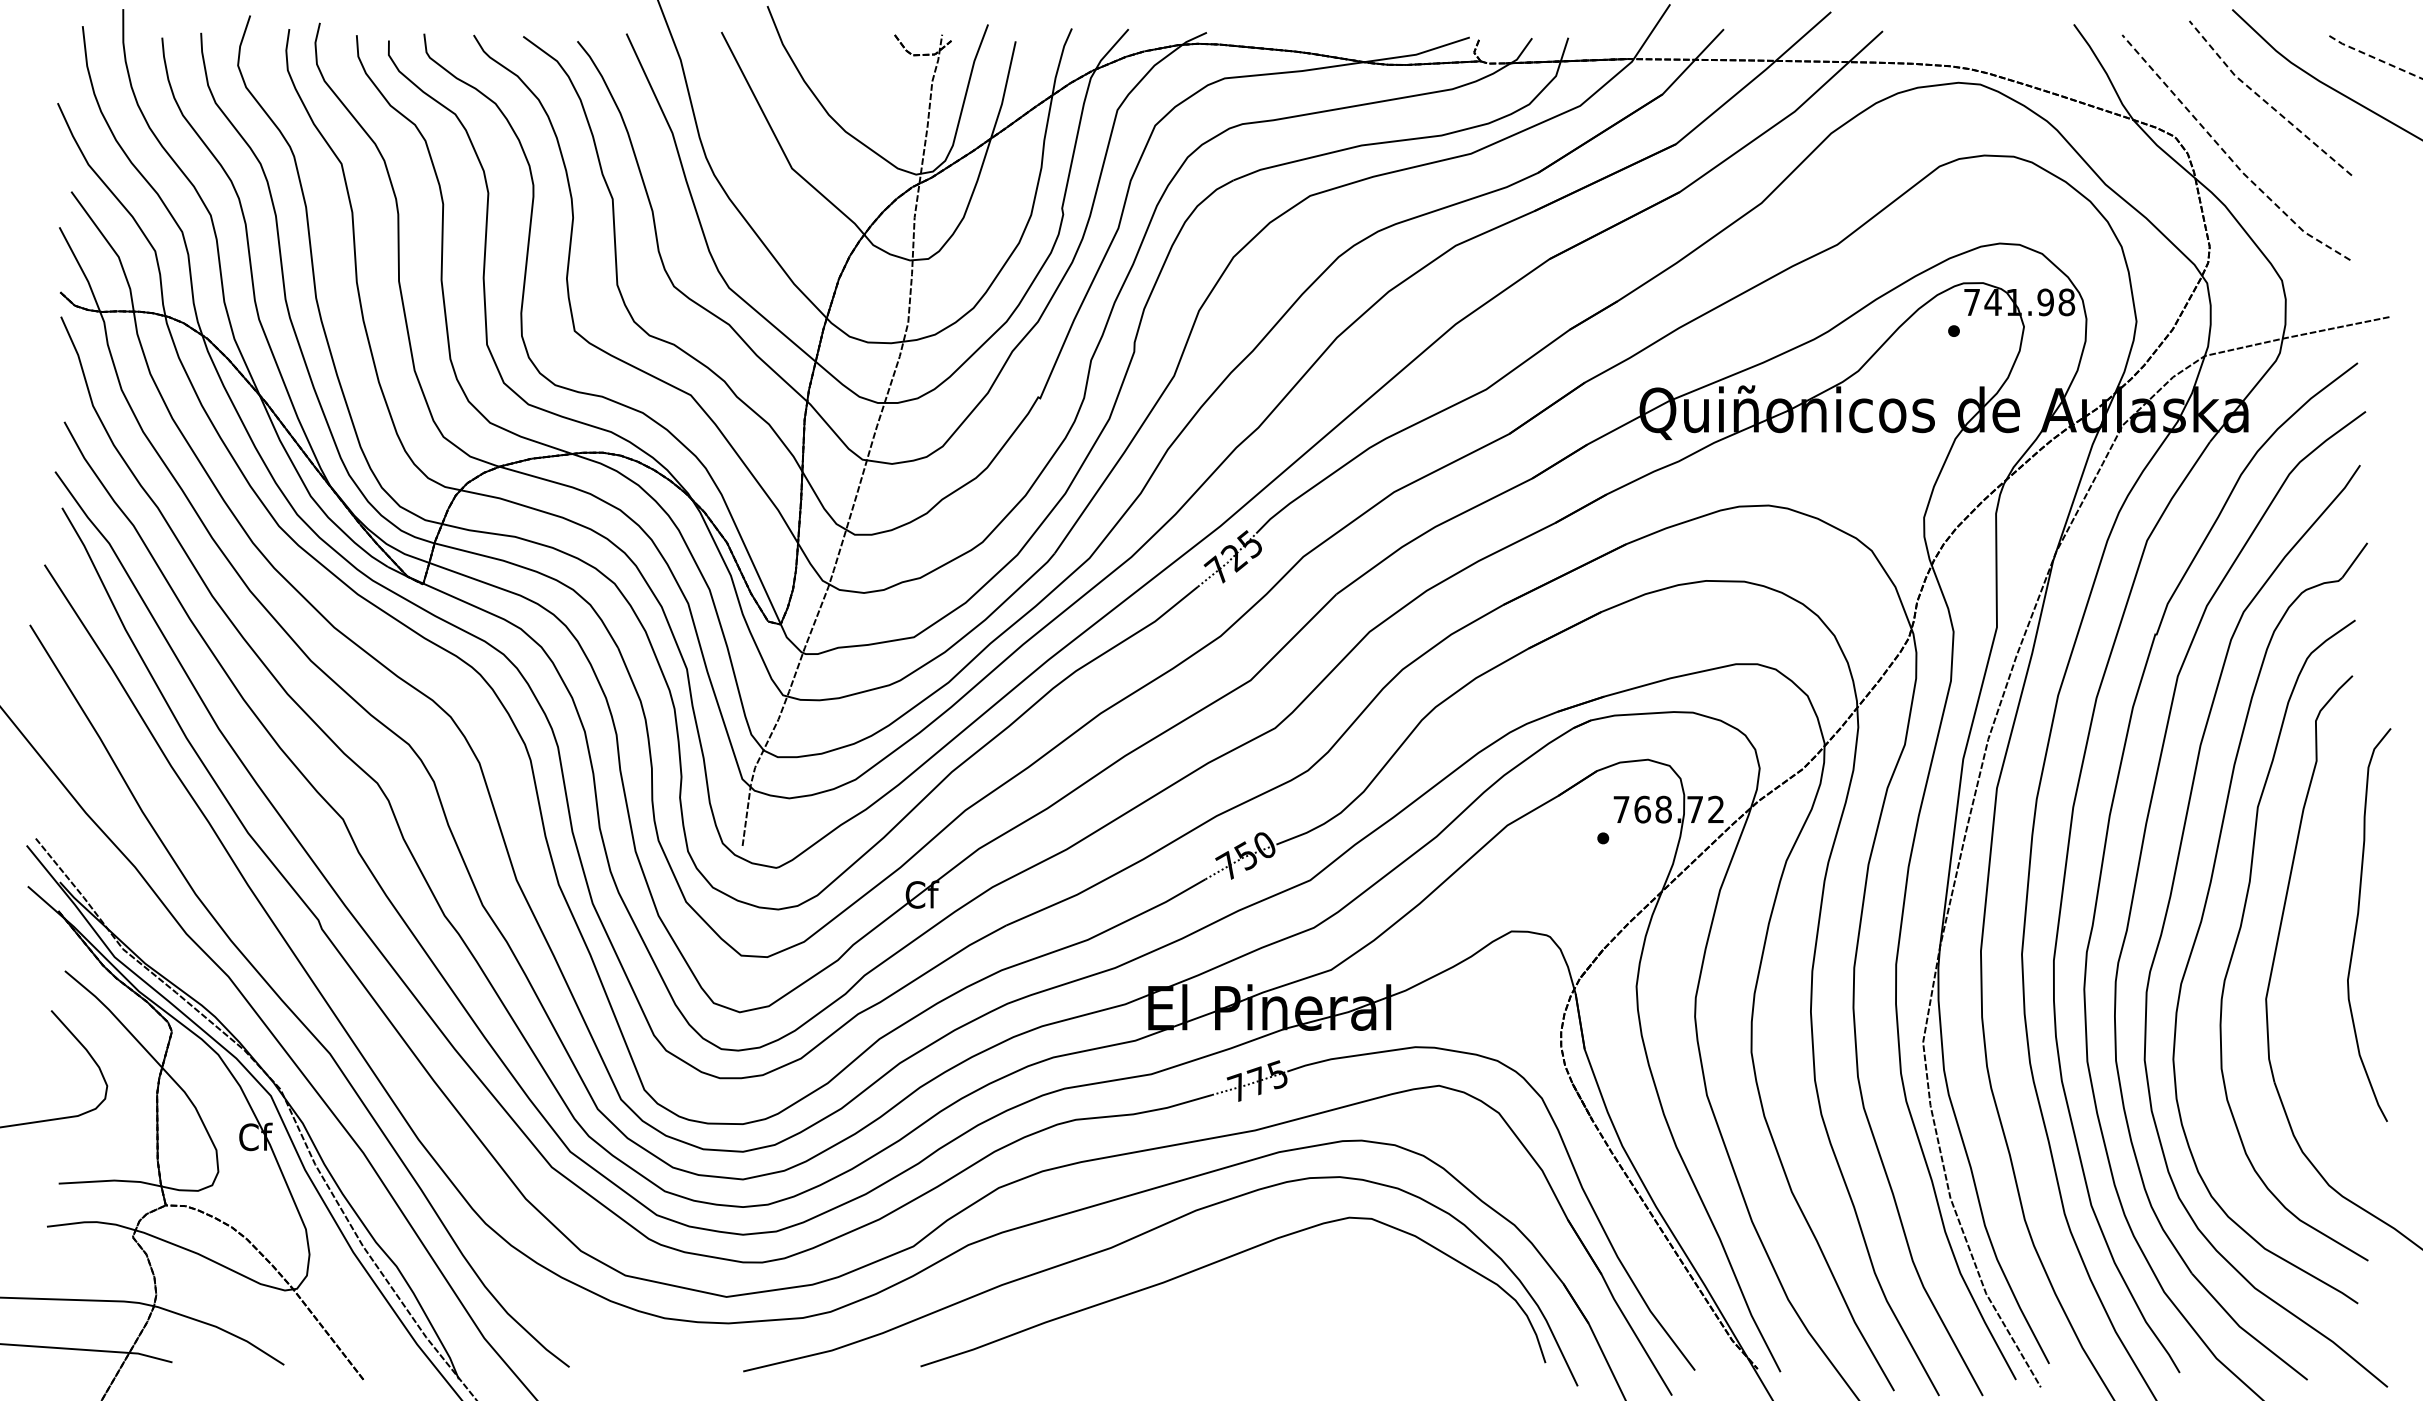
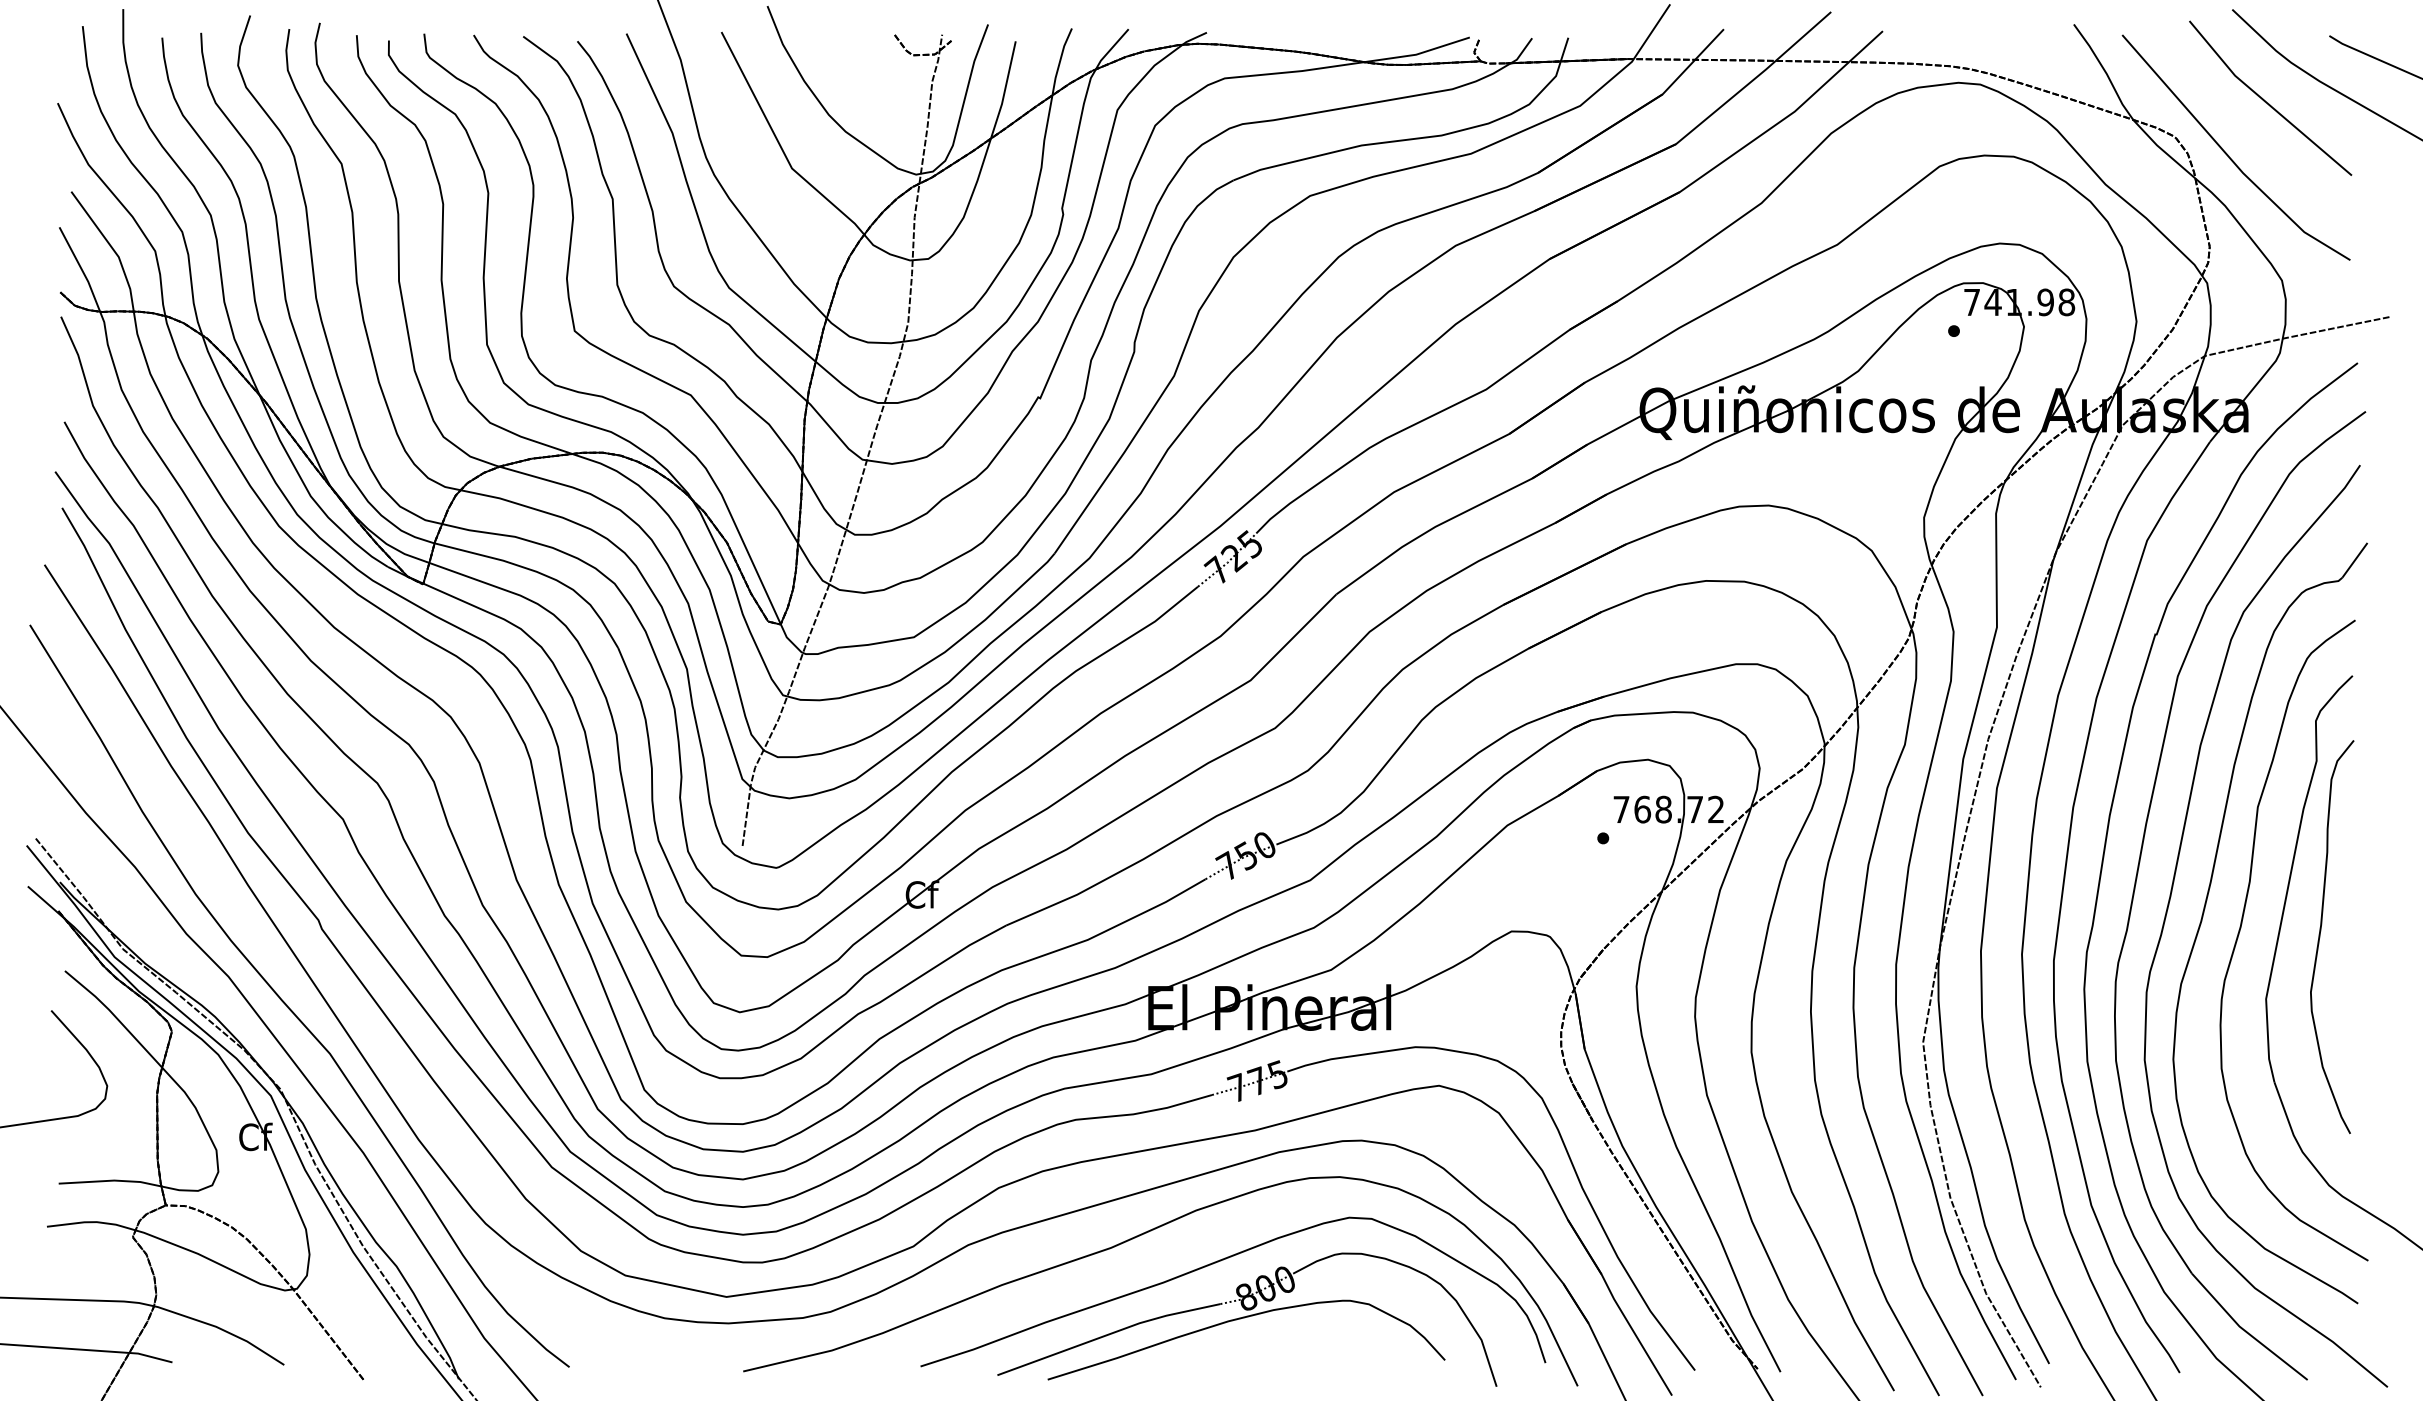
line at (2374, 58): dashed -> solid
line at (2265, 101): dashed -> solid
line at (2229, 157): dashed -> solid
curve at (2357, 924) position: (2357, 924) -> (2320, 936)
part at (1247, 1319): none -> present
